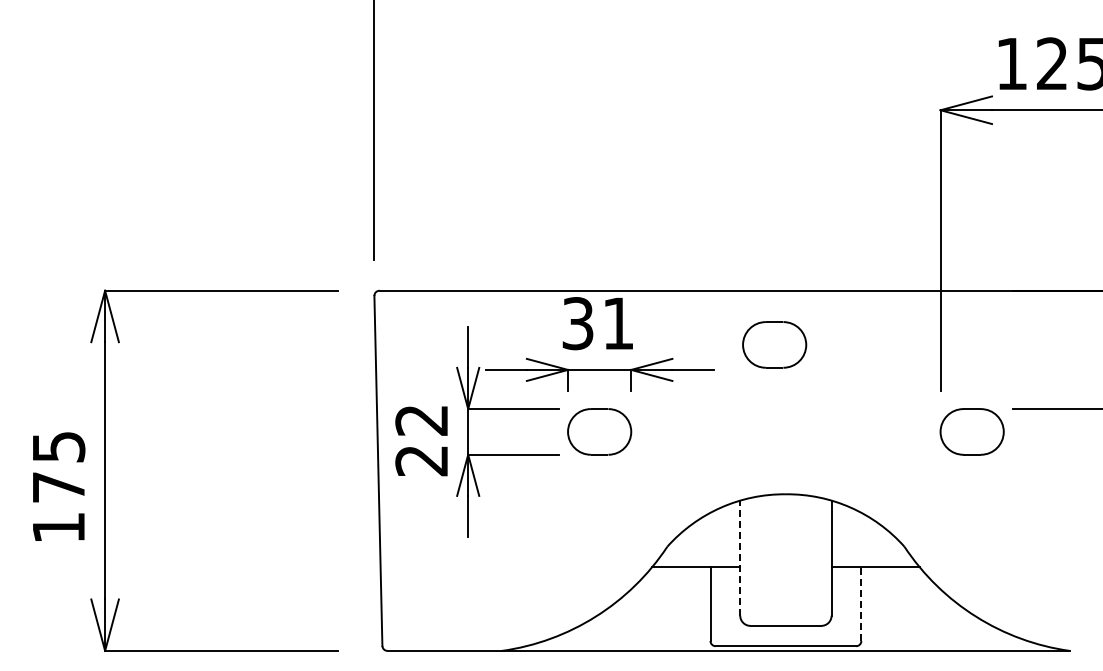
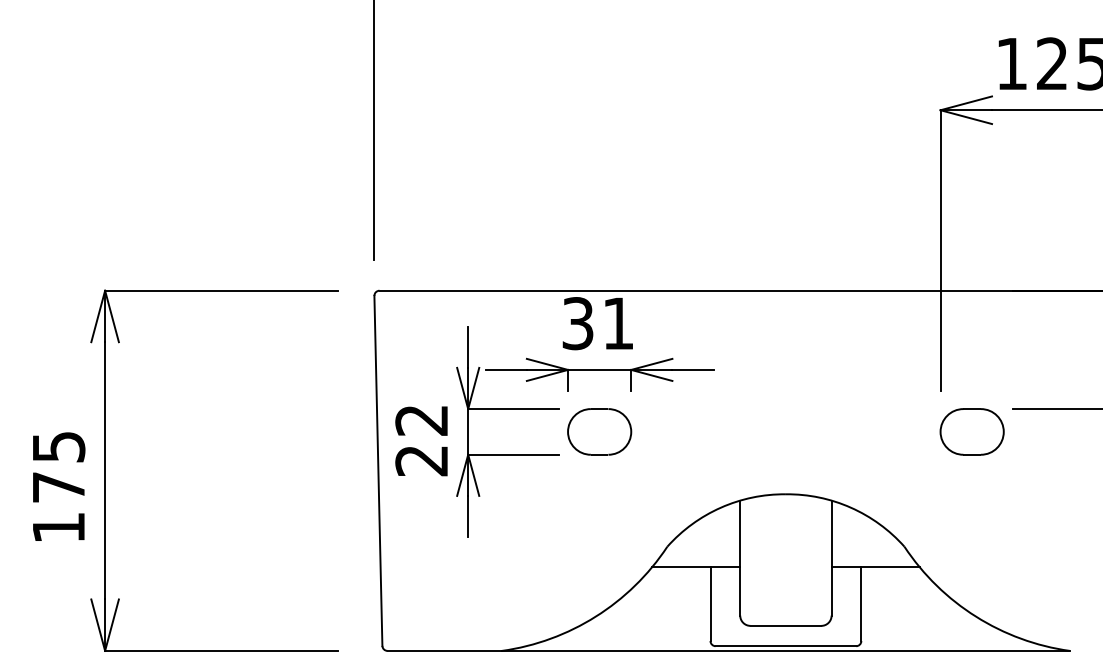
part at (774, 344): present -> none
line at (740, 557): dashed -> solid
line at (861, 603): dashed -> solid
